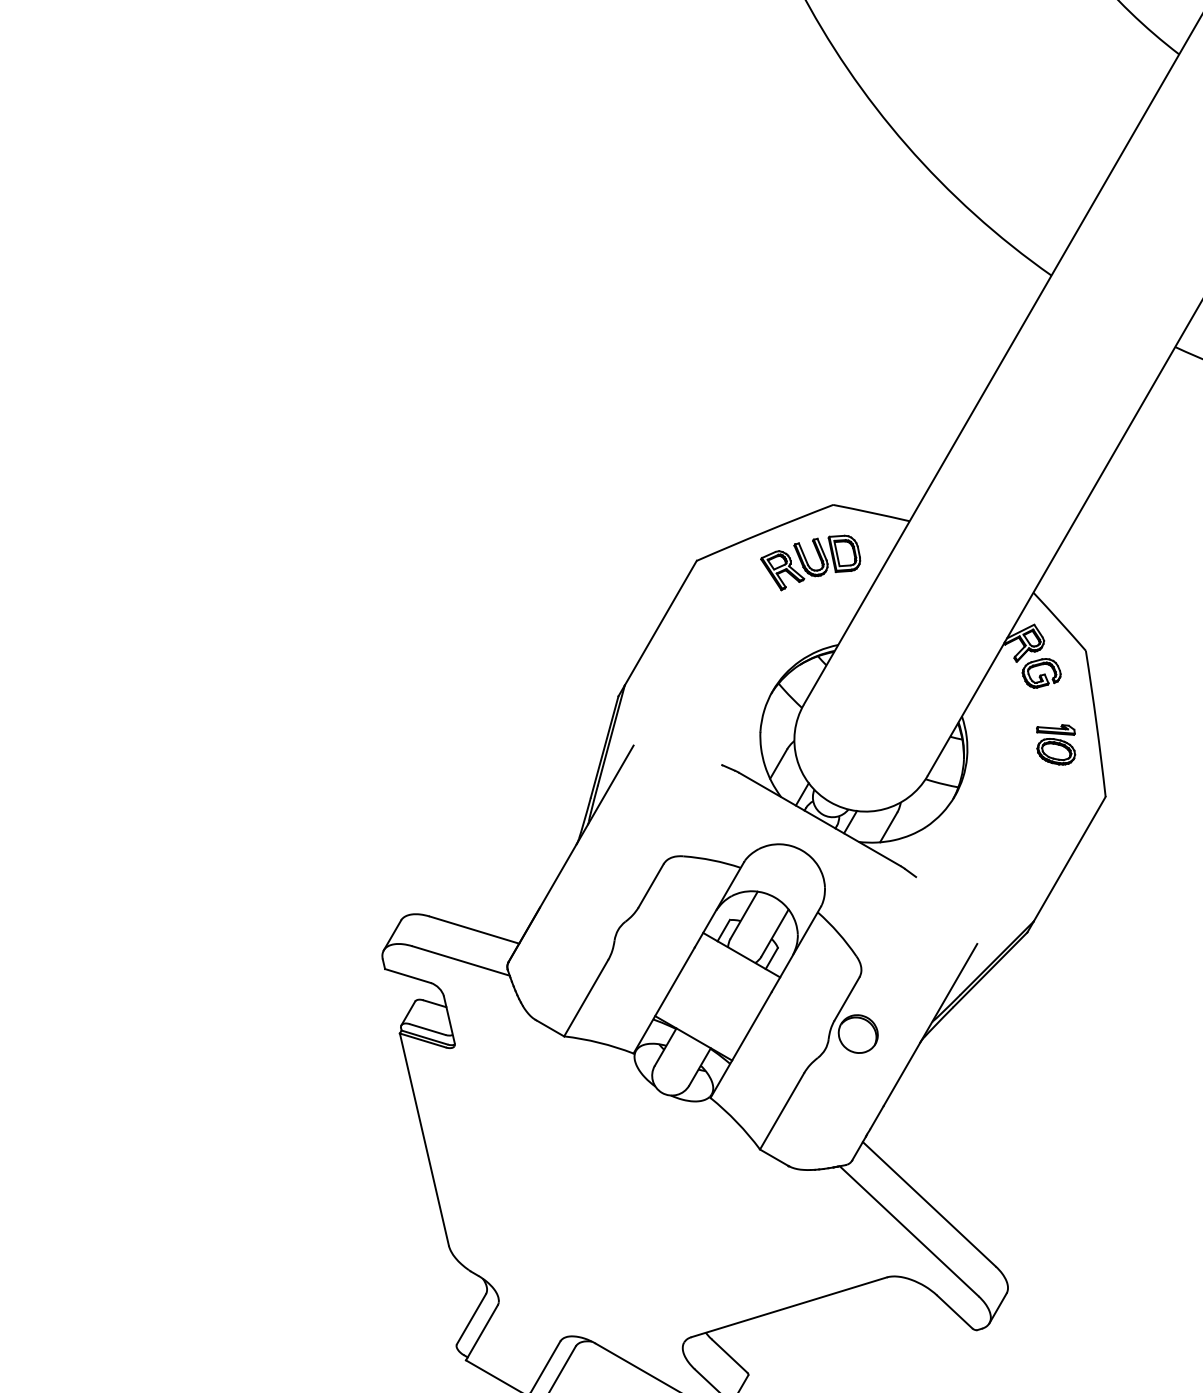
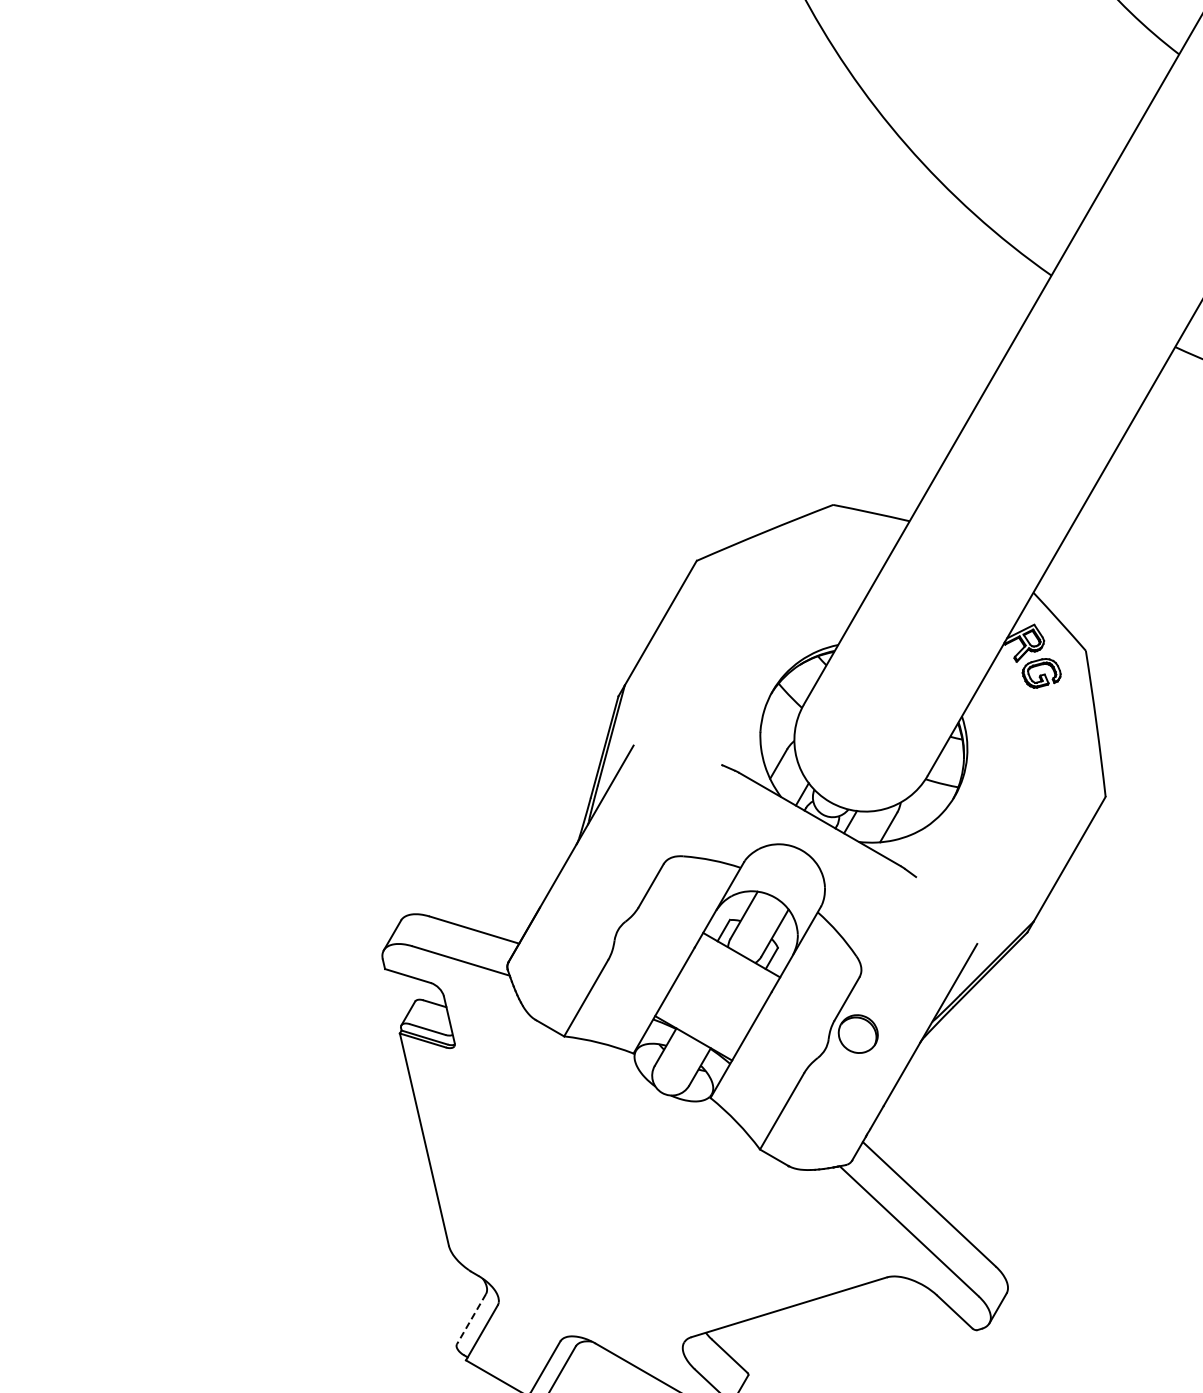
part at (810, 562): present -> none
part at (1056, 744): present -> none
line at (471, 1319): solid -> dashed
